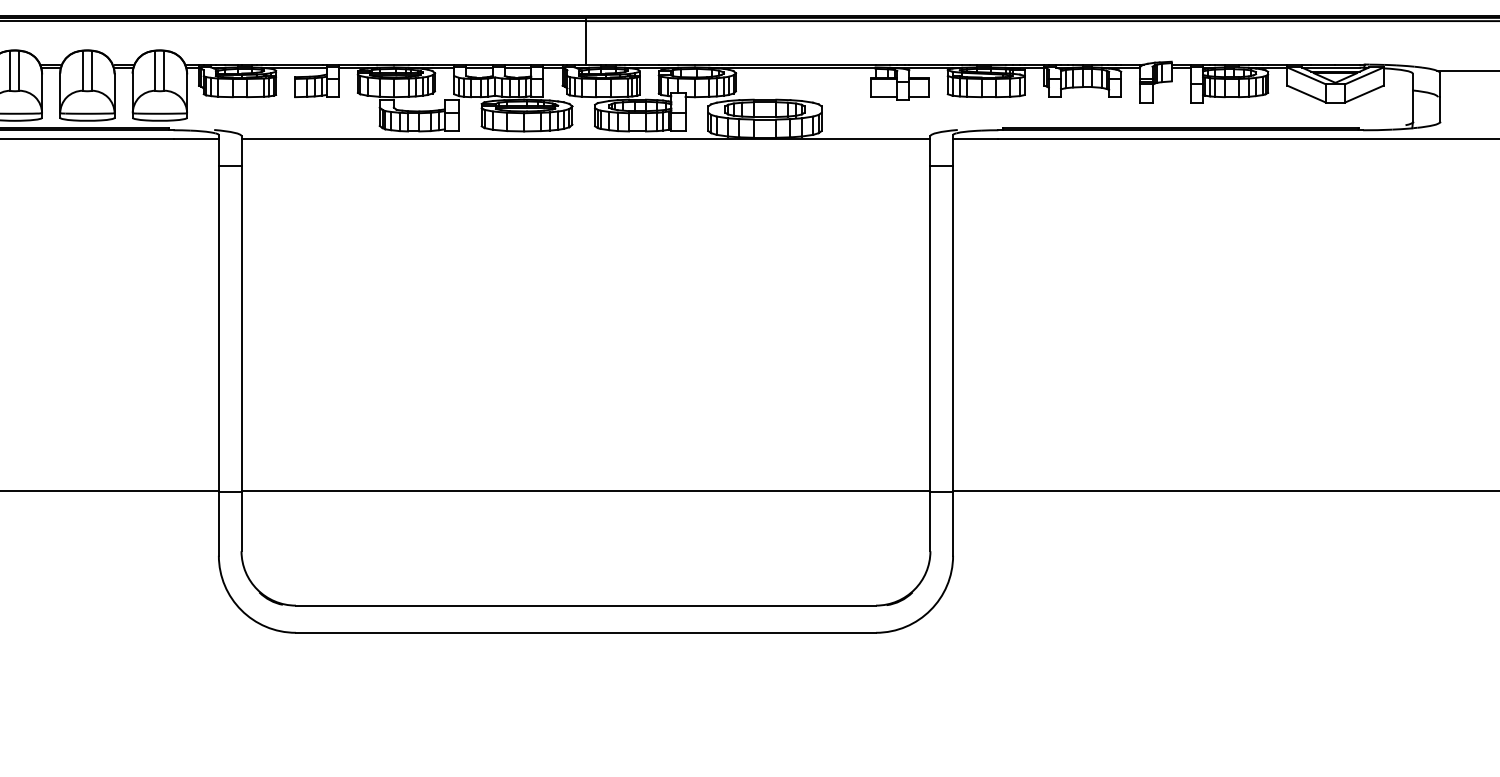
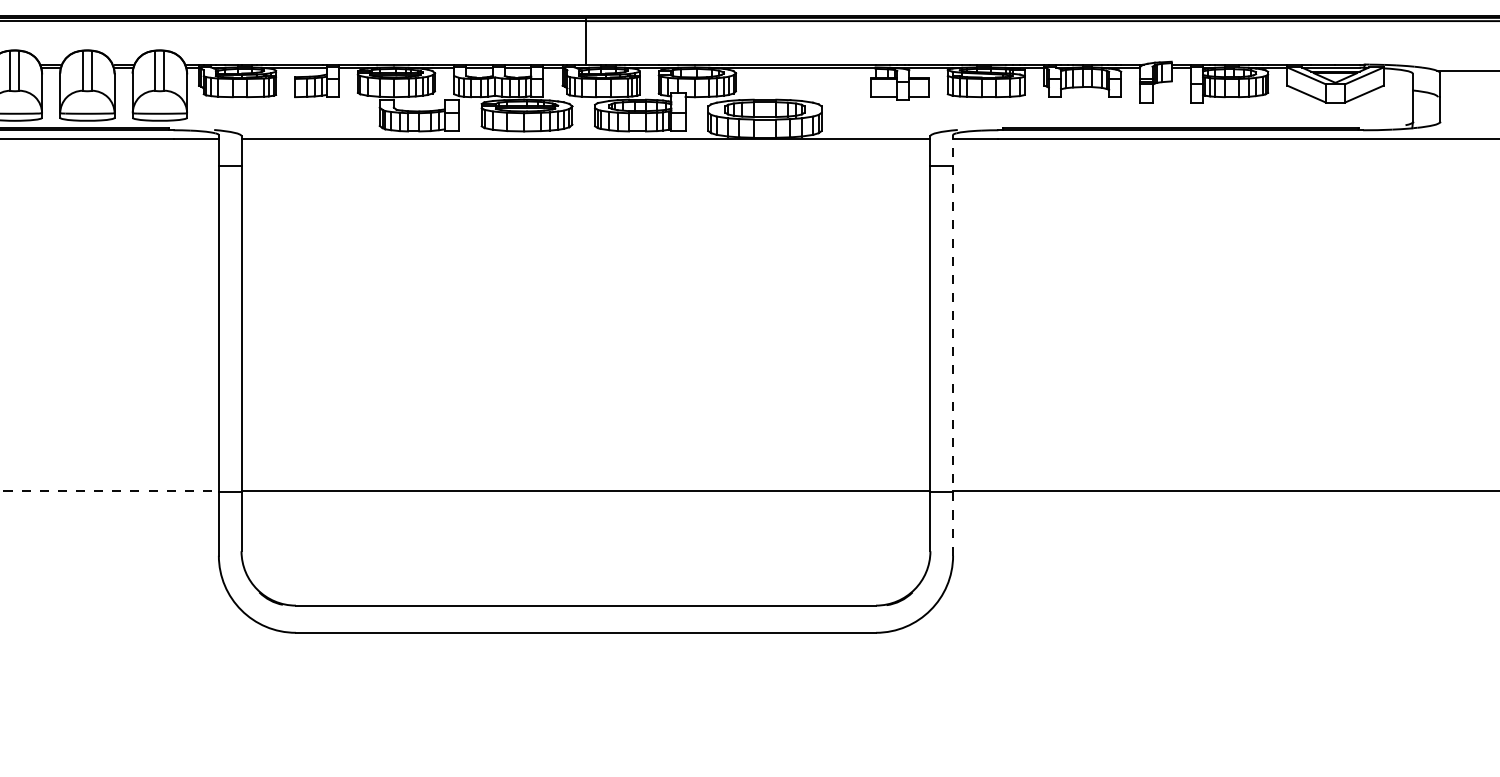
line at (953, 344): solid -> dashed
line at (109, 491): solid -> dashed
